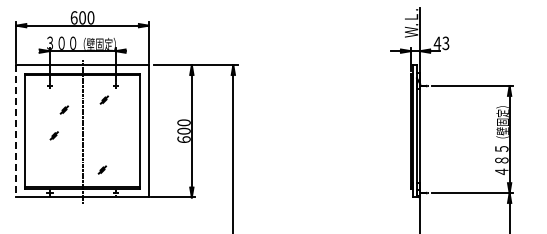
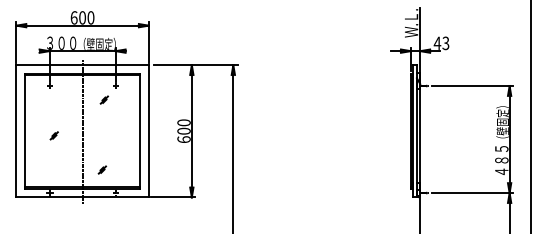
part at (64, 109): present -> none
line at (530, 116): none -> present
line at (16, 131): dashed -> solid
